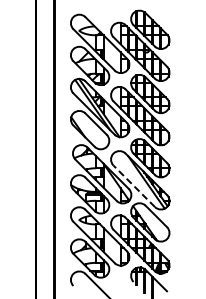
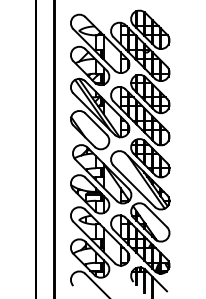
line at (133, 185): dashed -> solid
